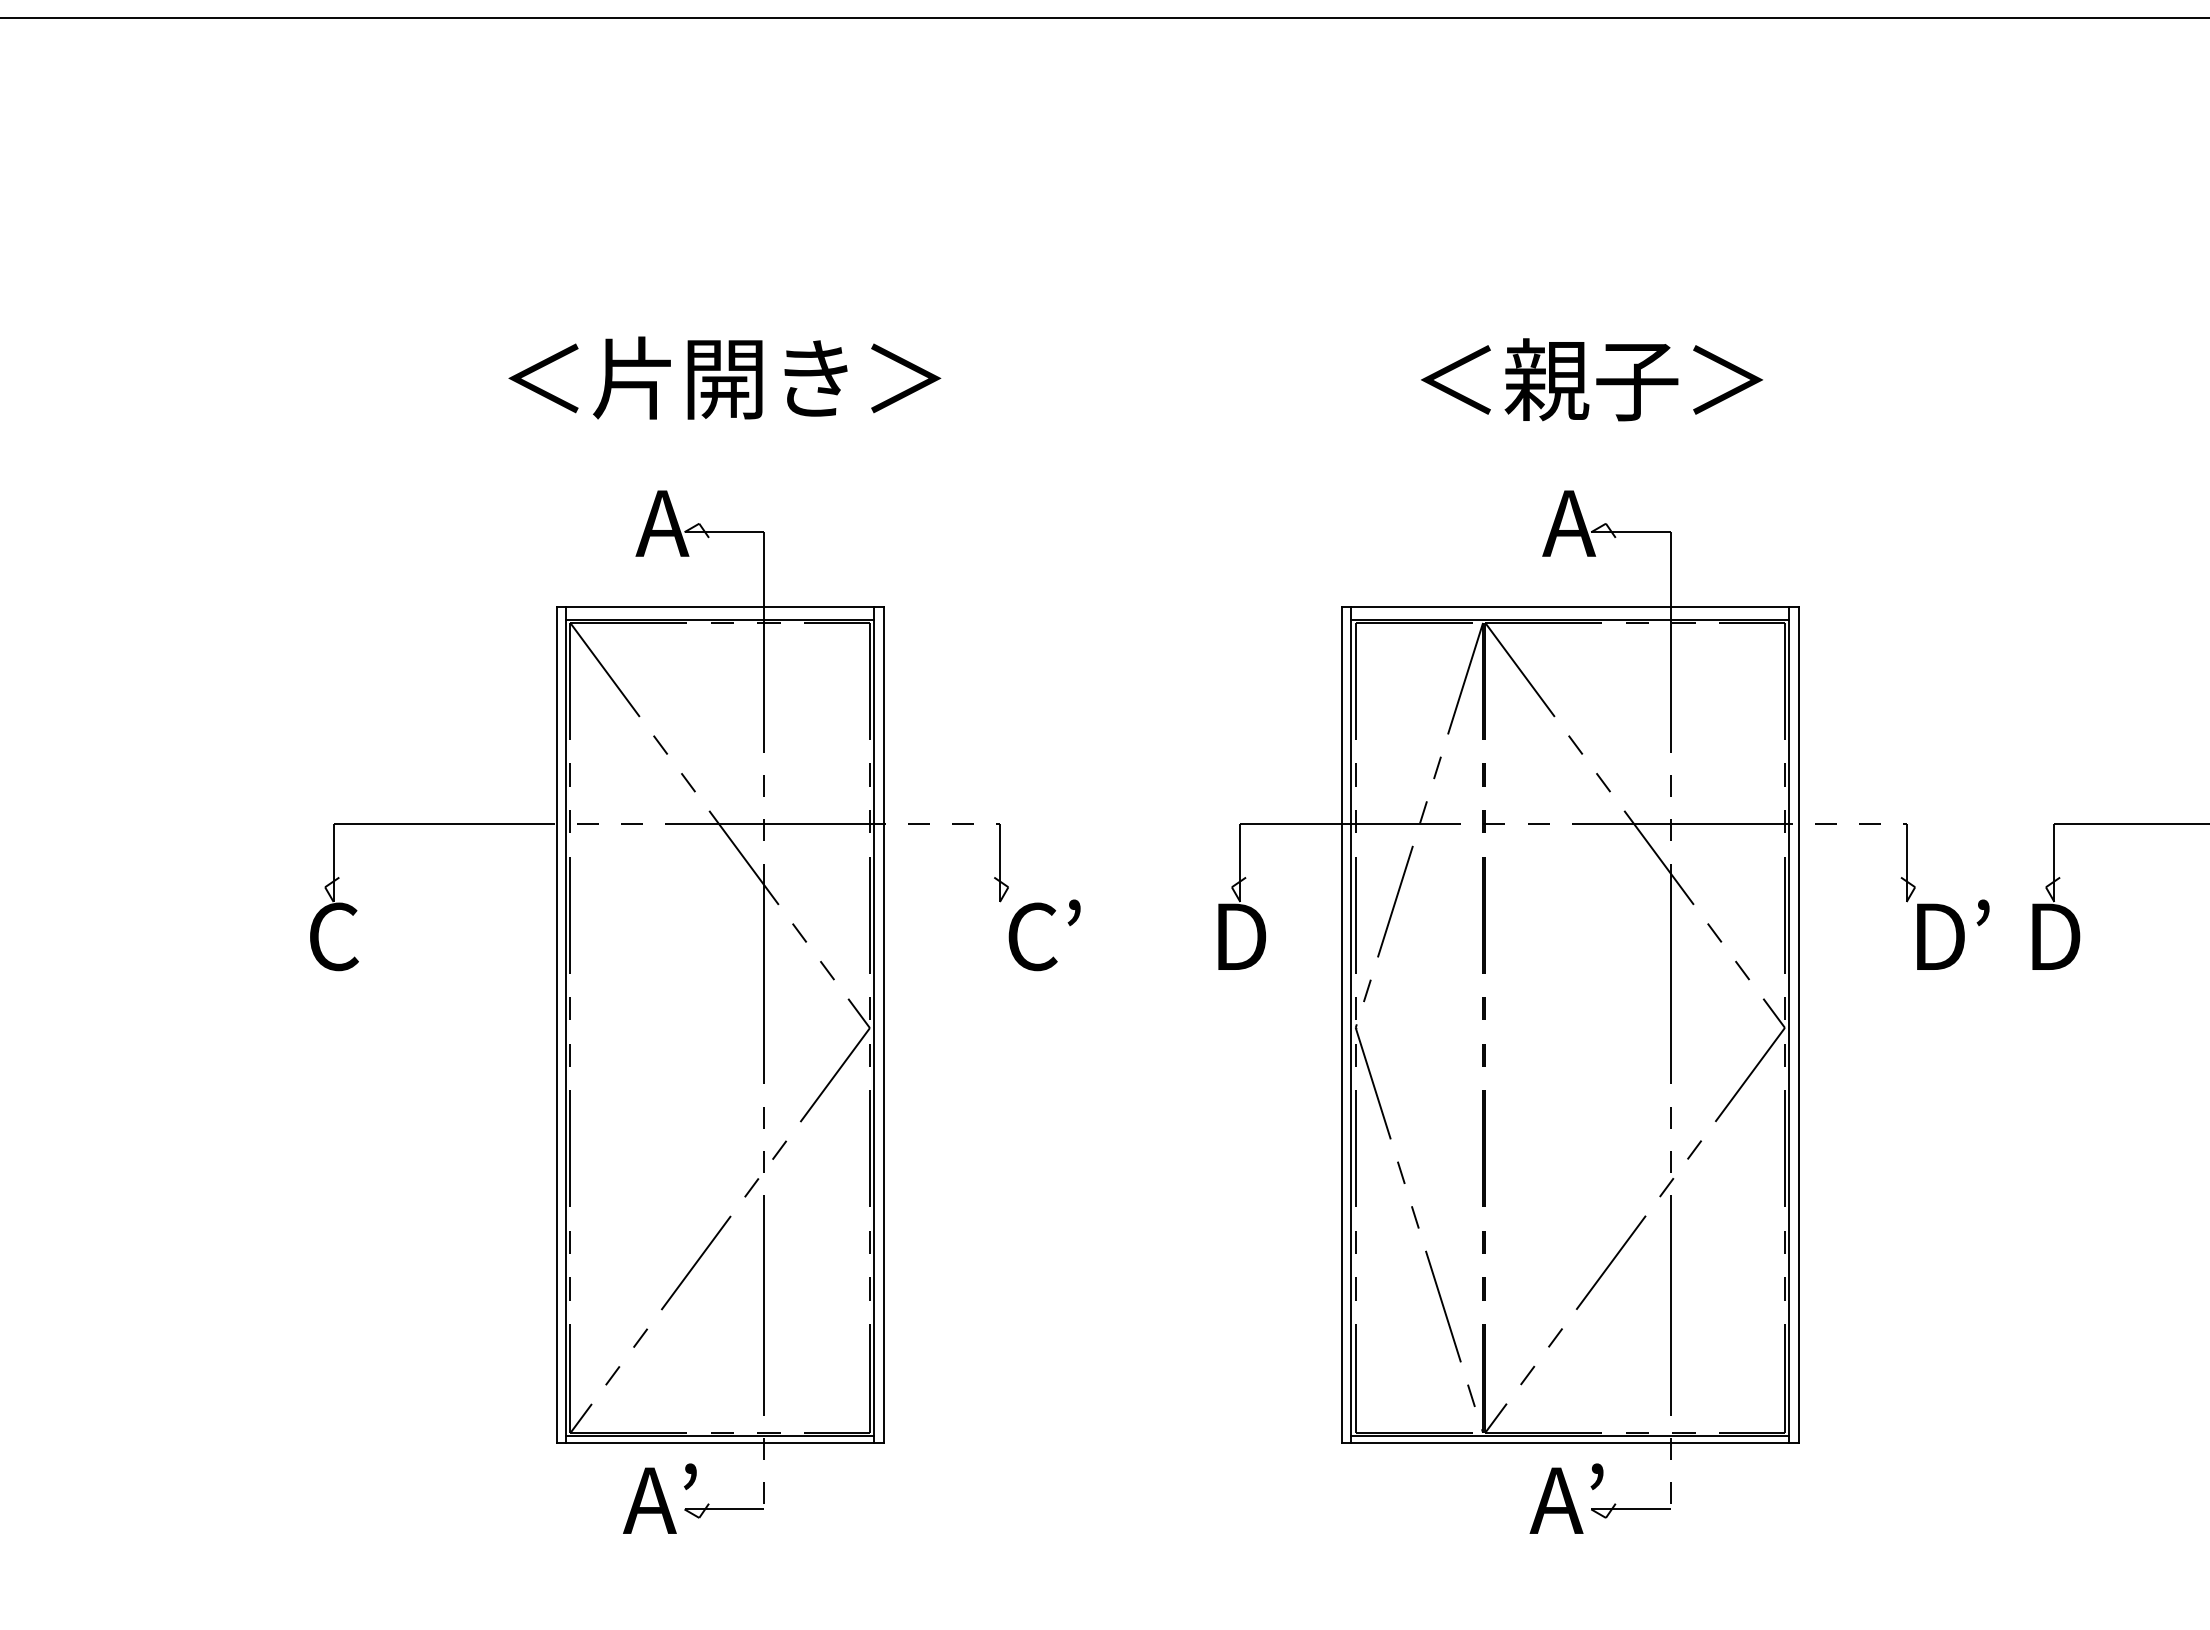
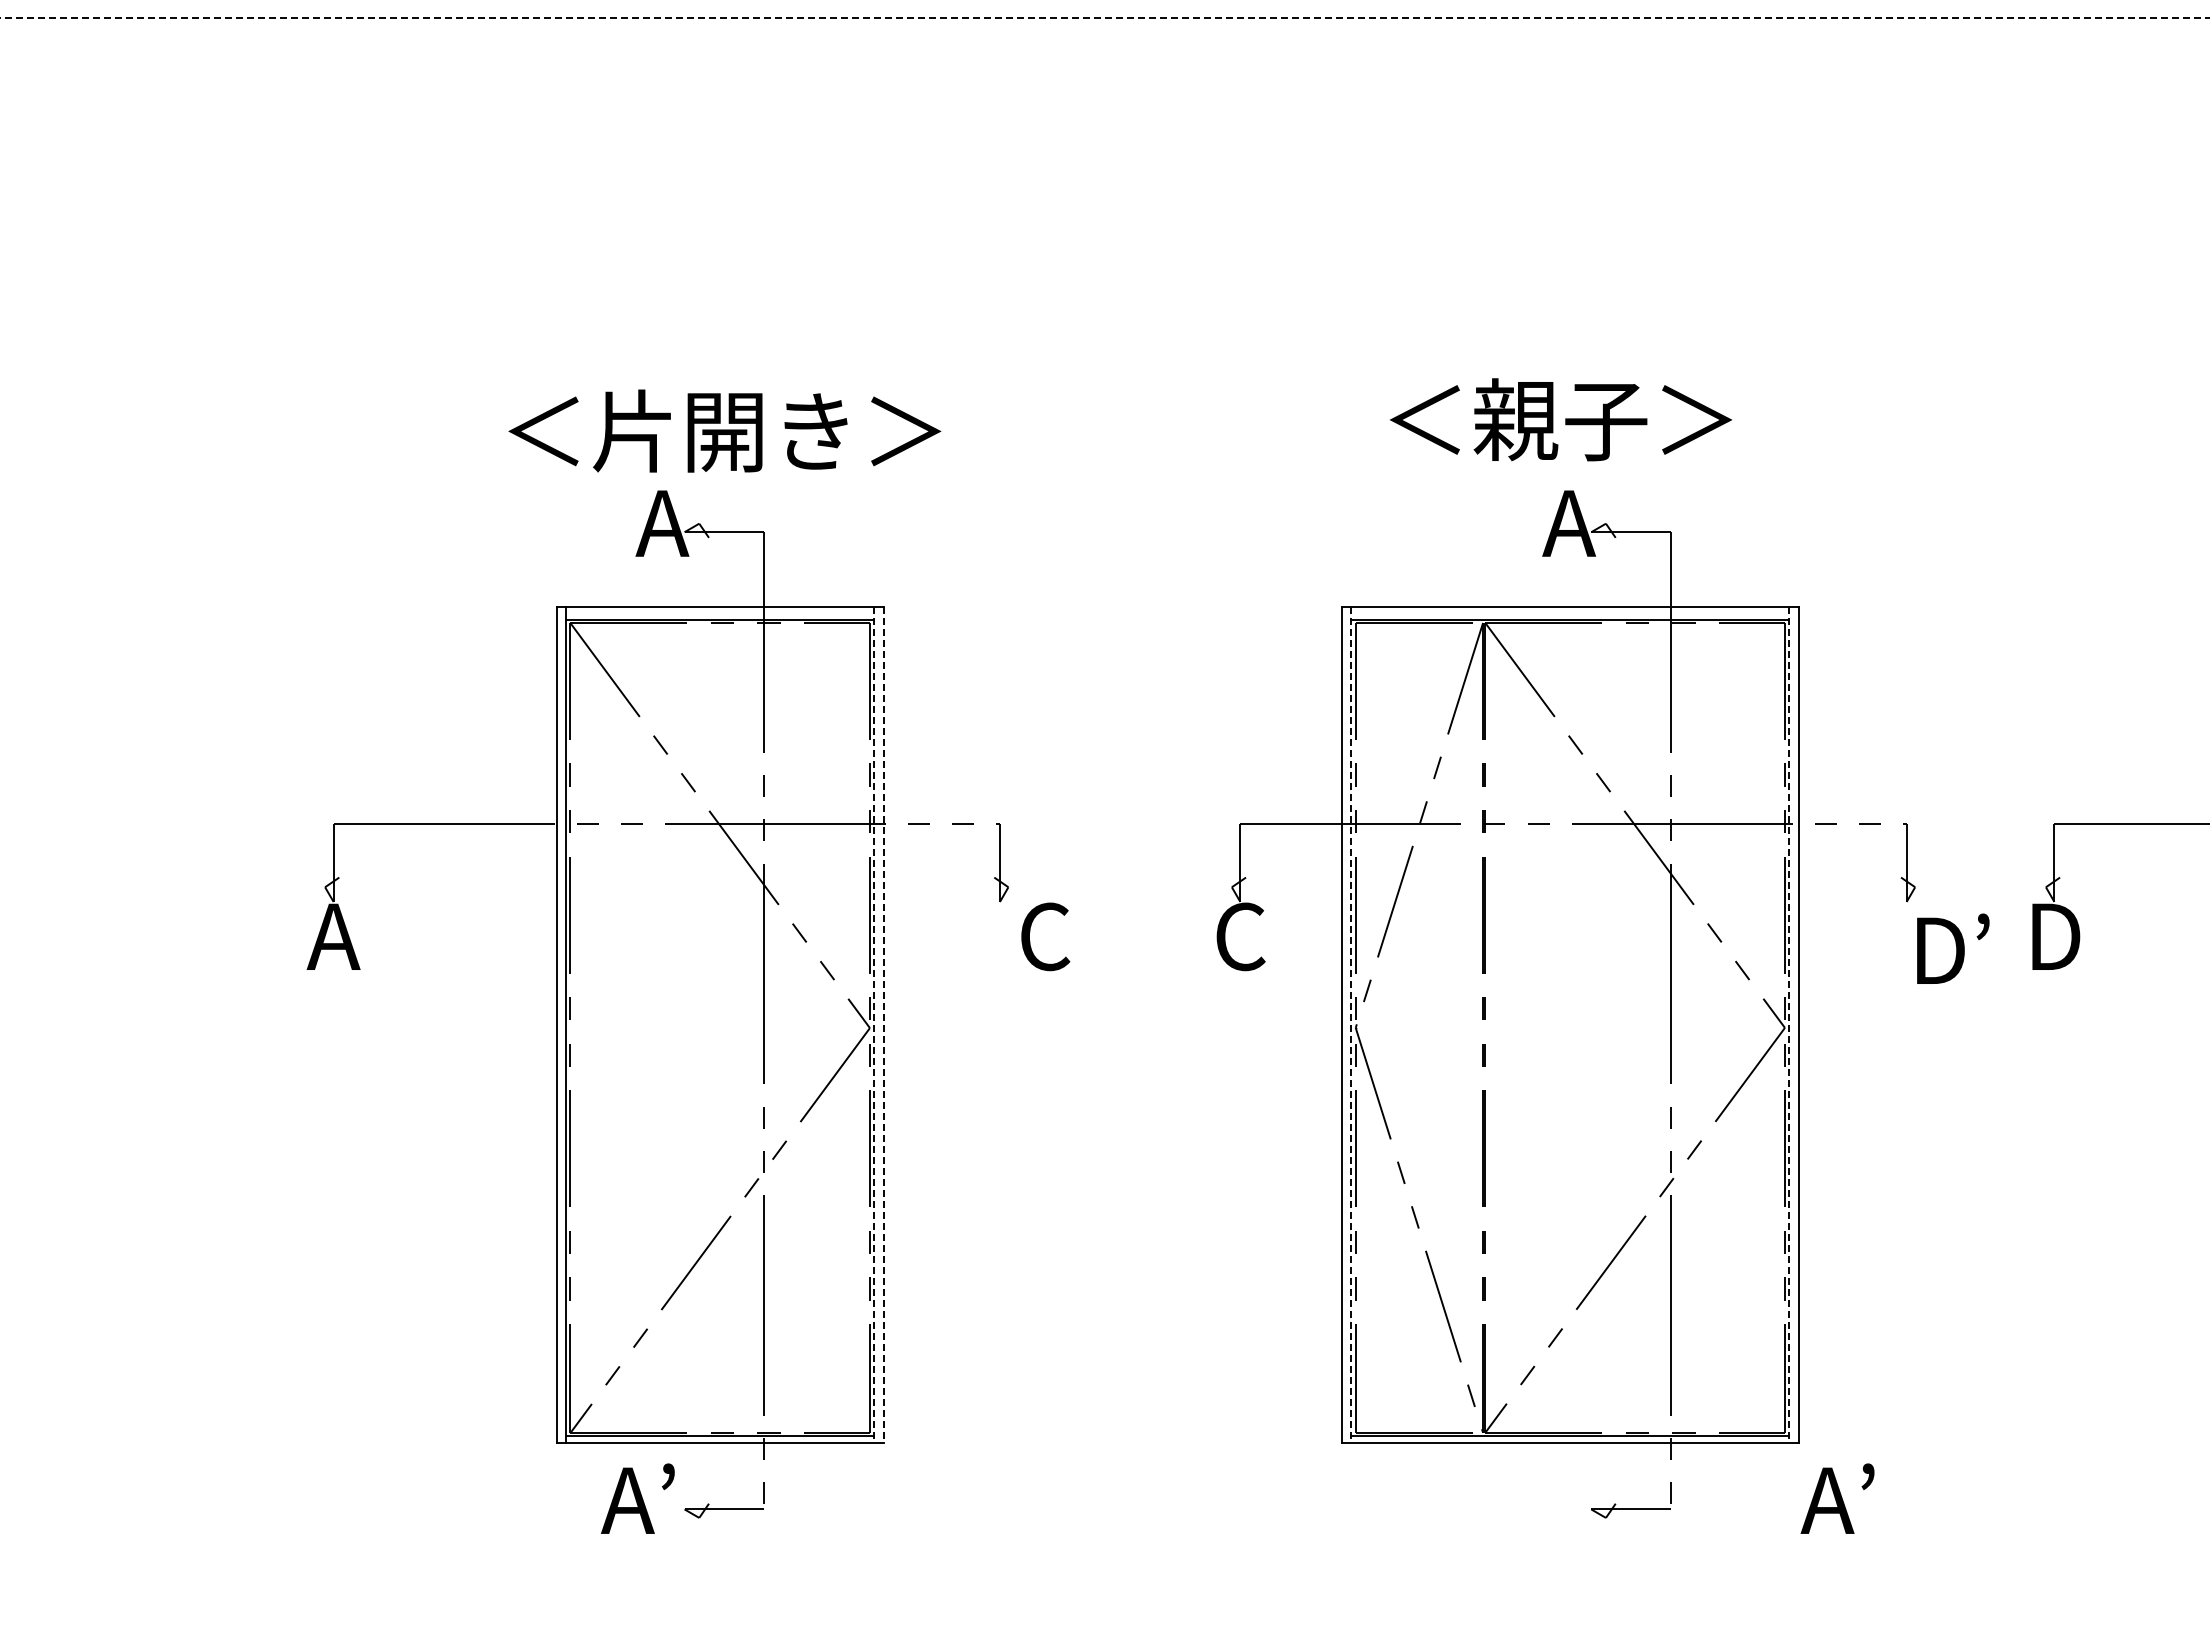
line at (1104, 18): solid -> dashed
text at (724, 377) position: (724, 377) -> (724, 430)
text at (1592, 379) position: (1592, 379) -> (1561, 419)
text at (1953, 934) position: (1953, 934) -> (1953, 948)
text at (1044, 935): C’ -> C
text at (333, 936): C -> A
text at (1241, 936): D -> C
line at (874, 1025): solid -> dashed
line at (883, 1025): solid -> dashed
line at (1351, 1025): solid -> dashed
line at (1789, 1025): solid -> dashed
text at (659, 1498) position: (659, 1498) -> (637, 1498)
text at (1566, 1498) position: (1566, 1498) -> (1837, 1498)
